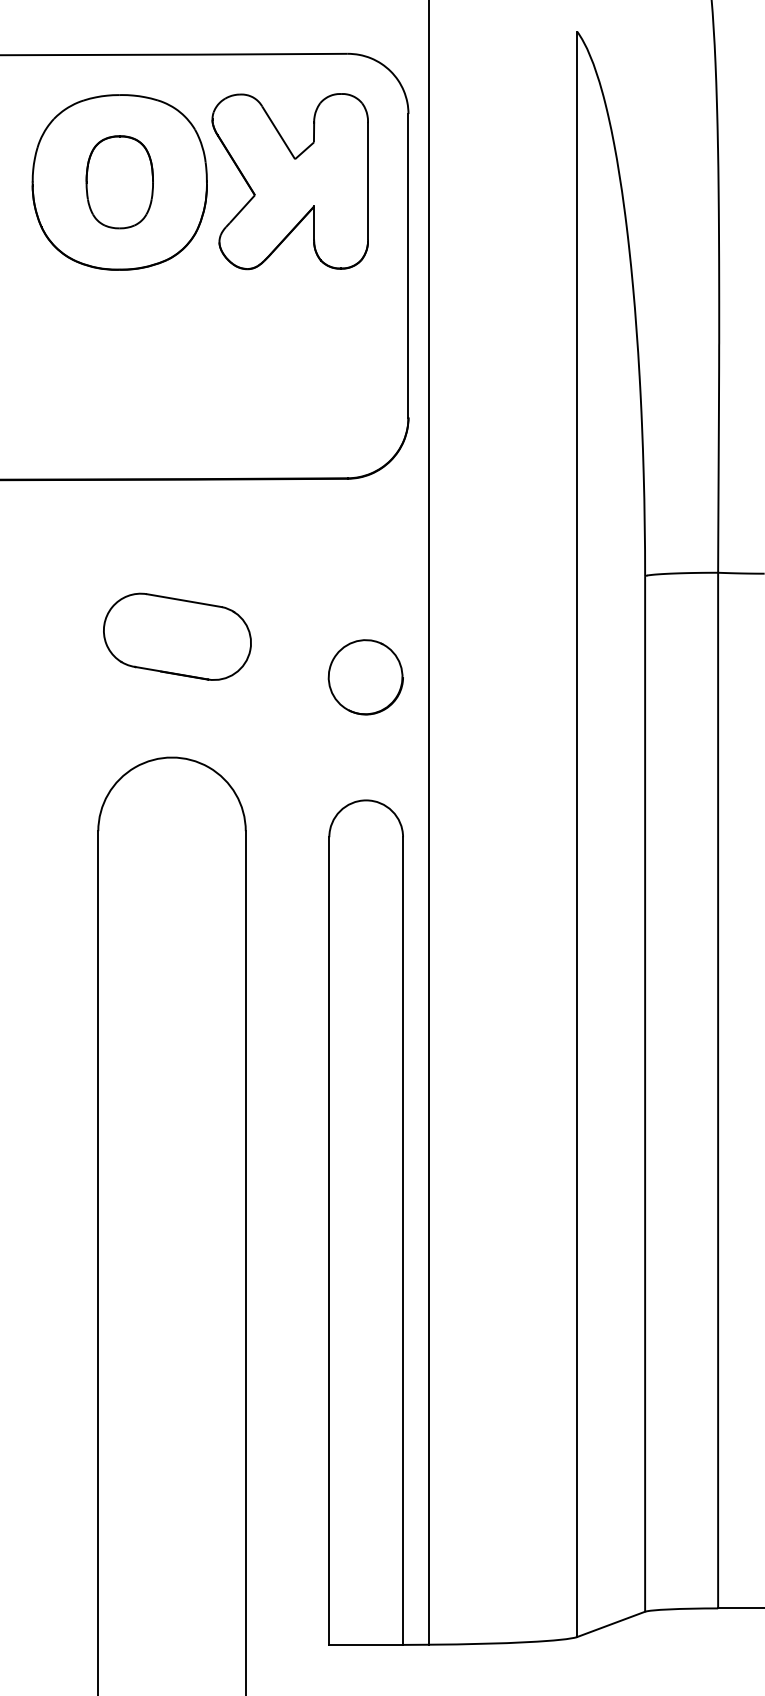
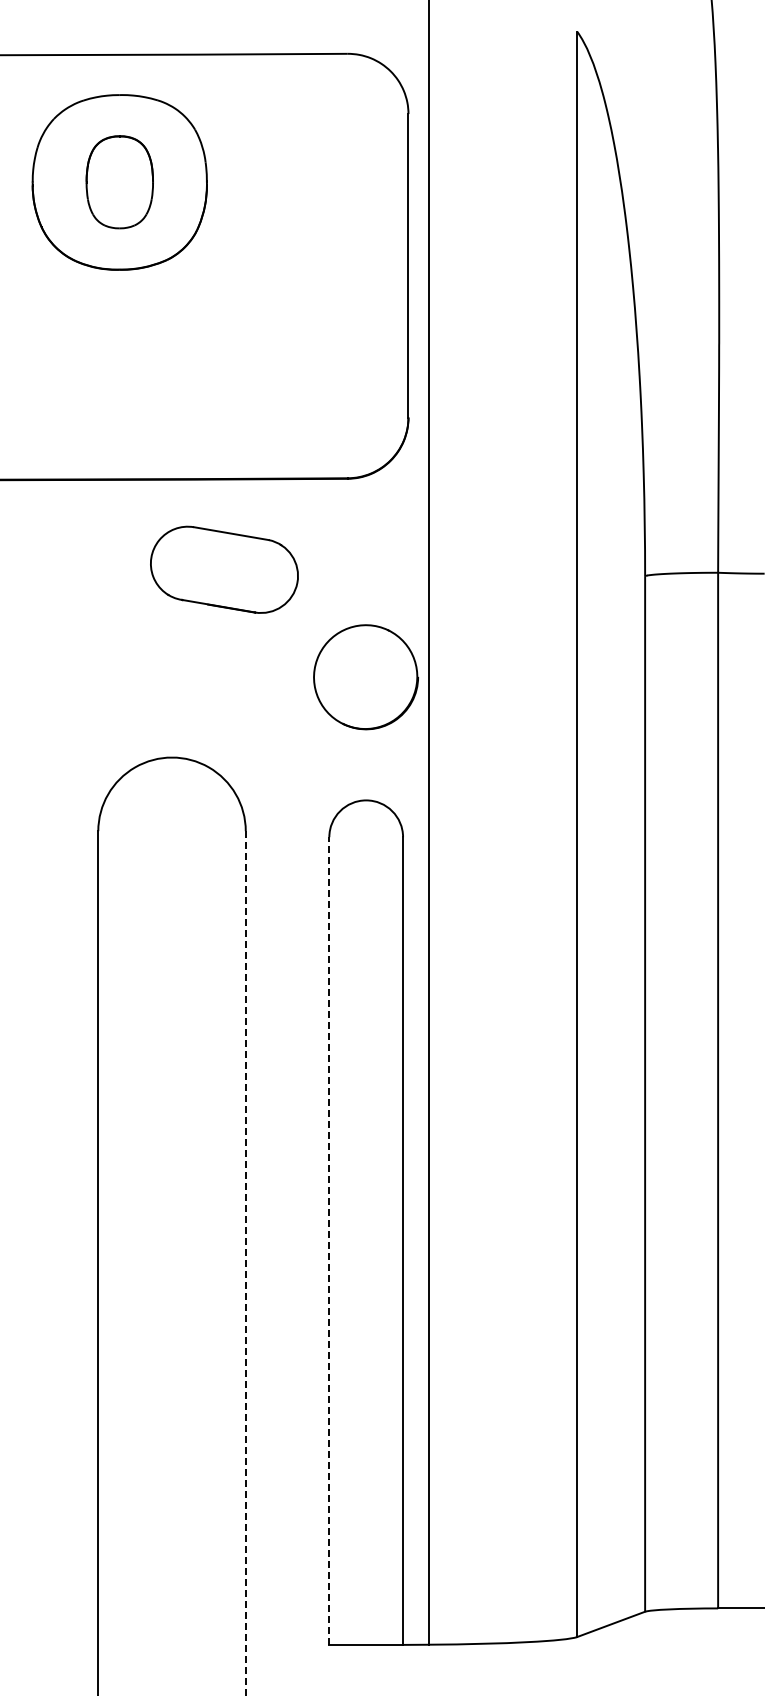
part at (289, 181): present -> none
part at (177, 636) position: (177, 636) -> (224, 569)
part at (365, 677) size: 77x77 px -> 106x107 px
line at (329, 1241): solid -> dashed
line at (245, 1263): solid -> dashed
